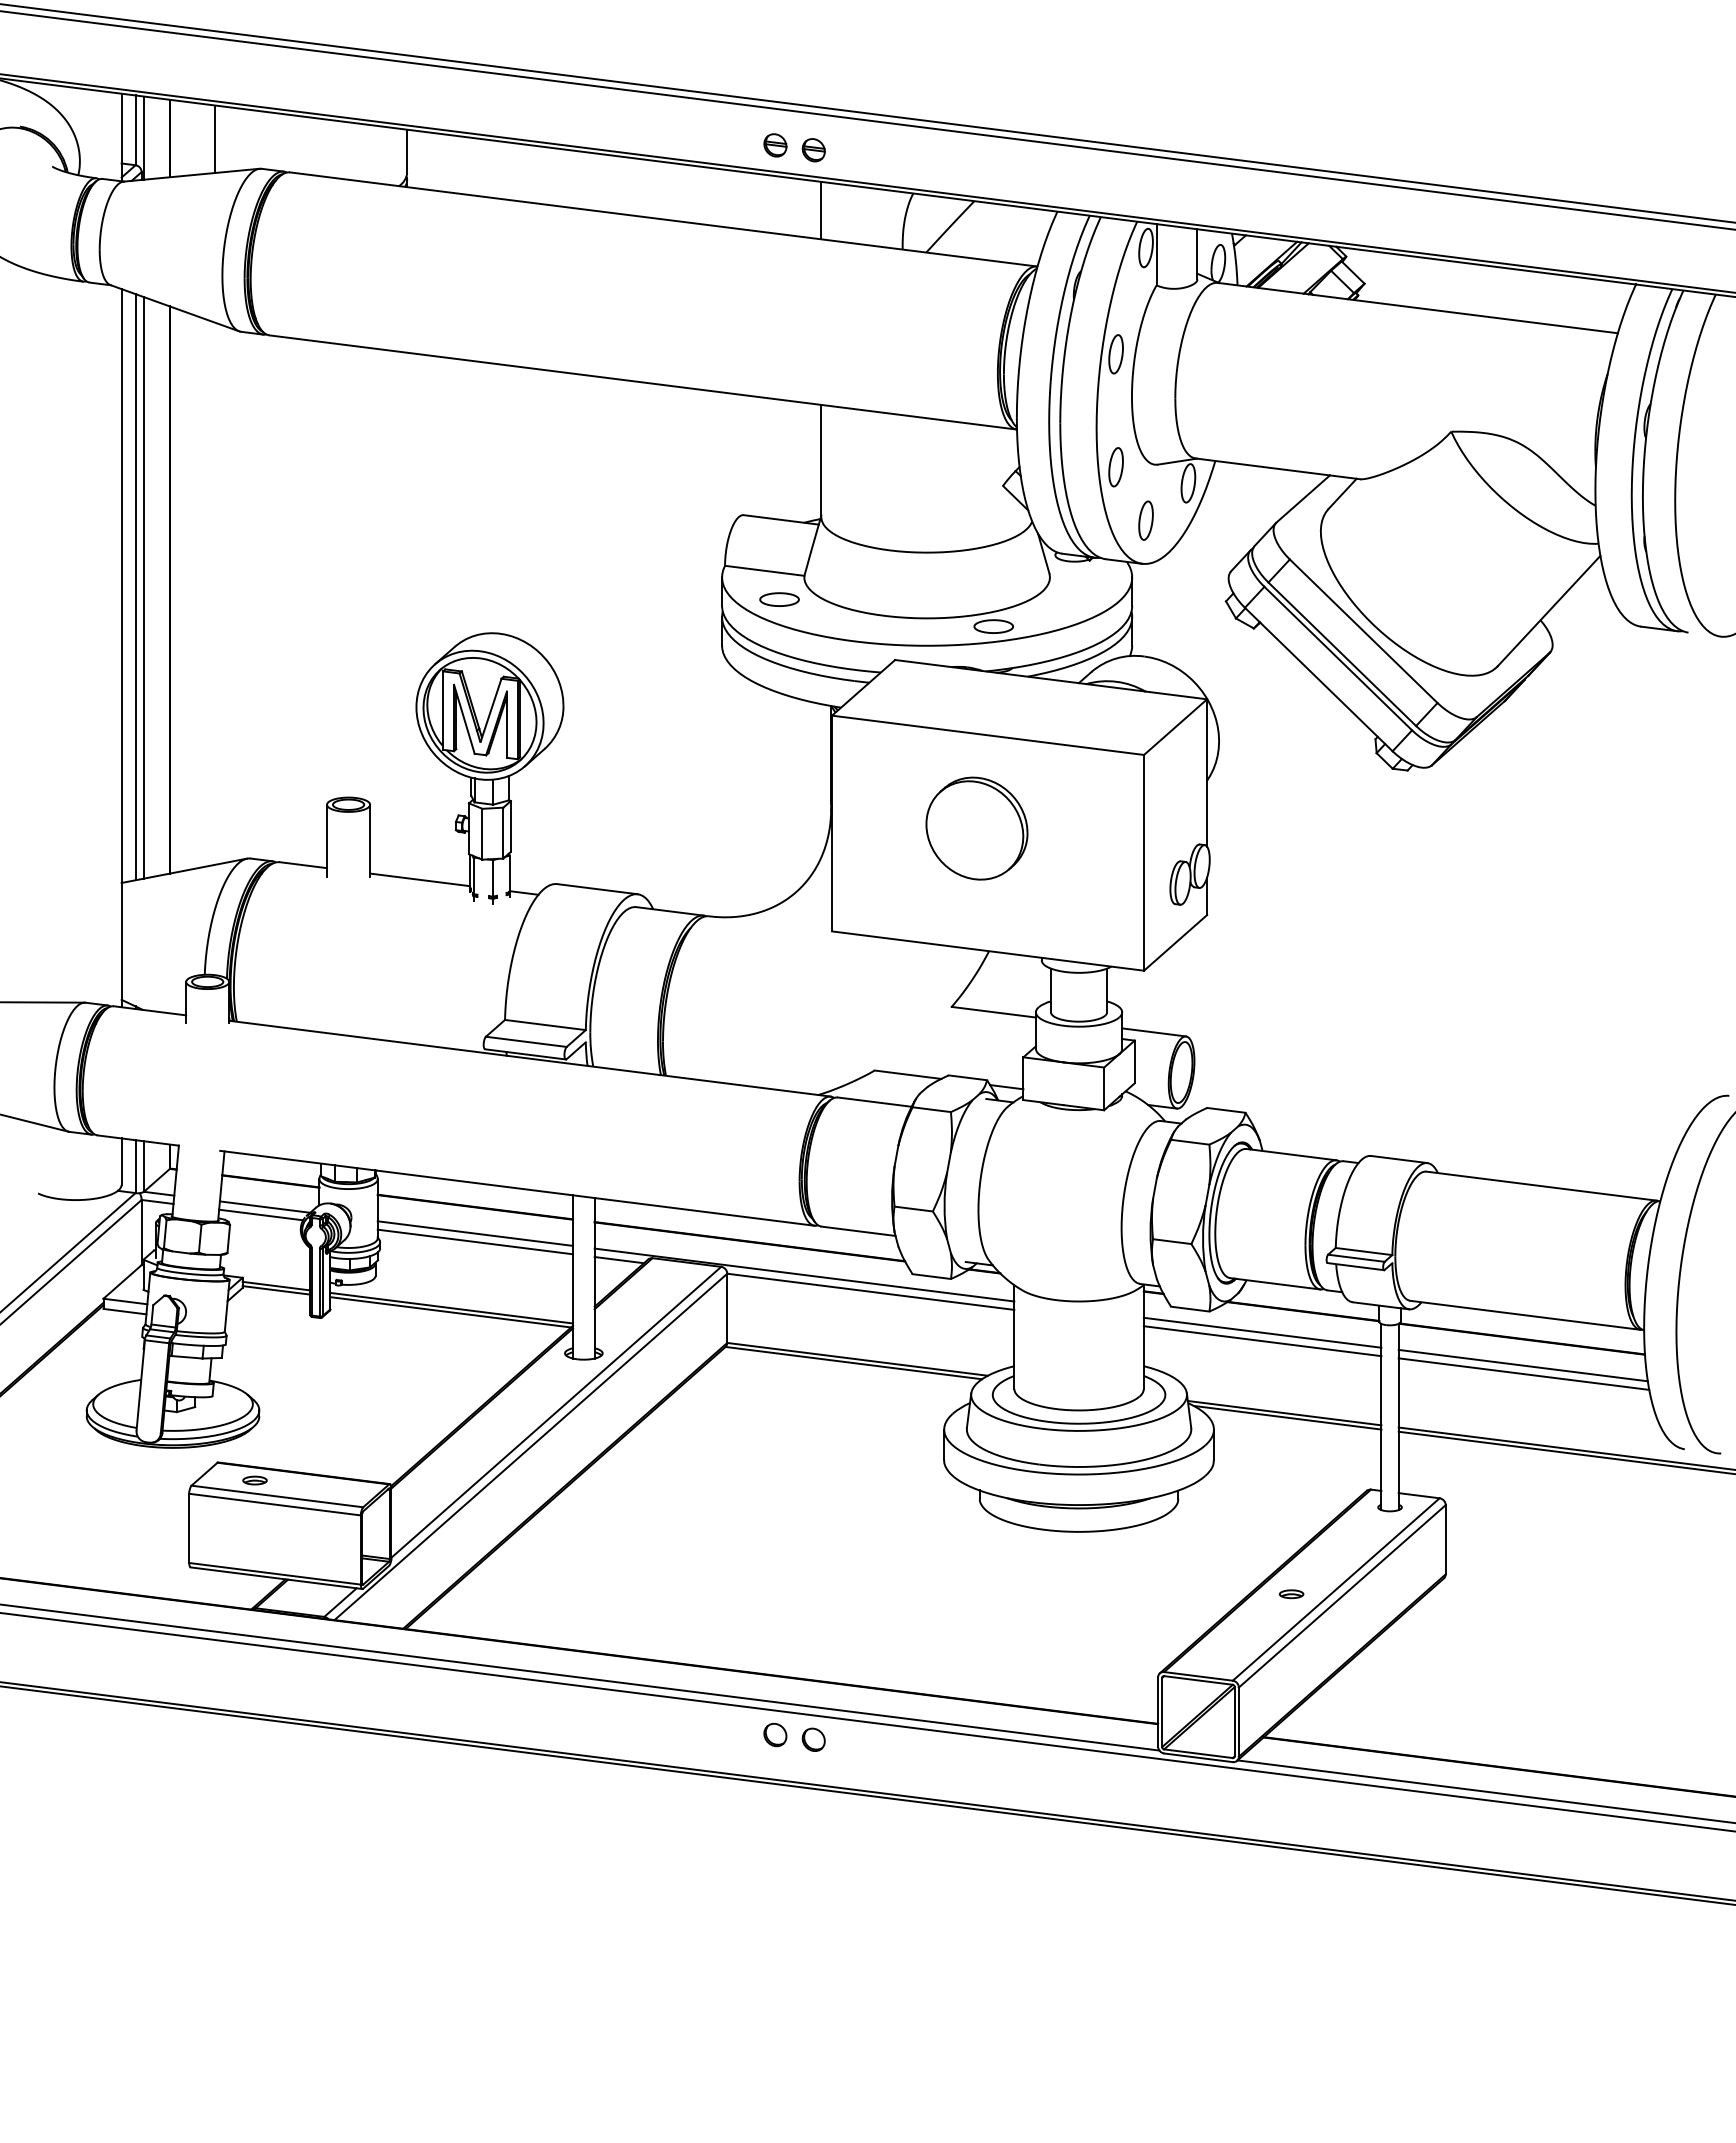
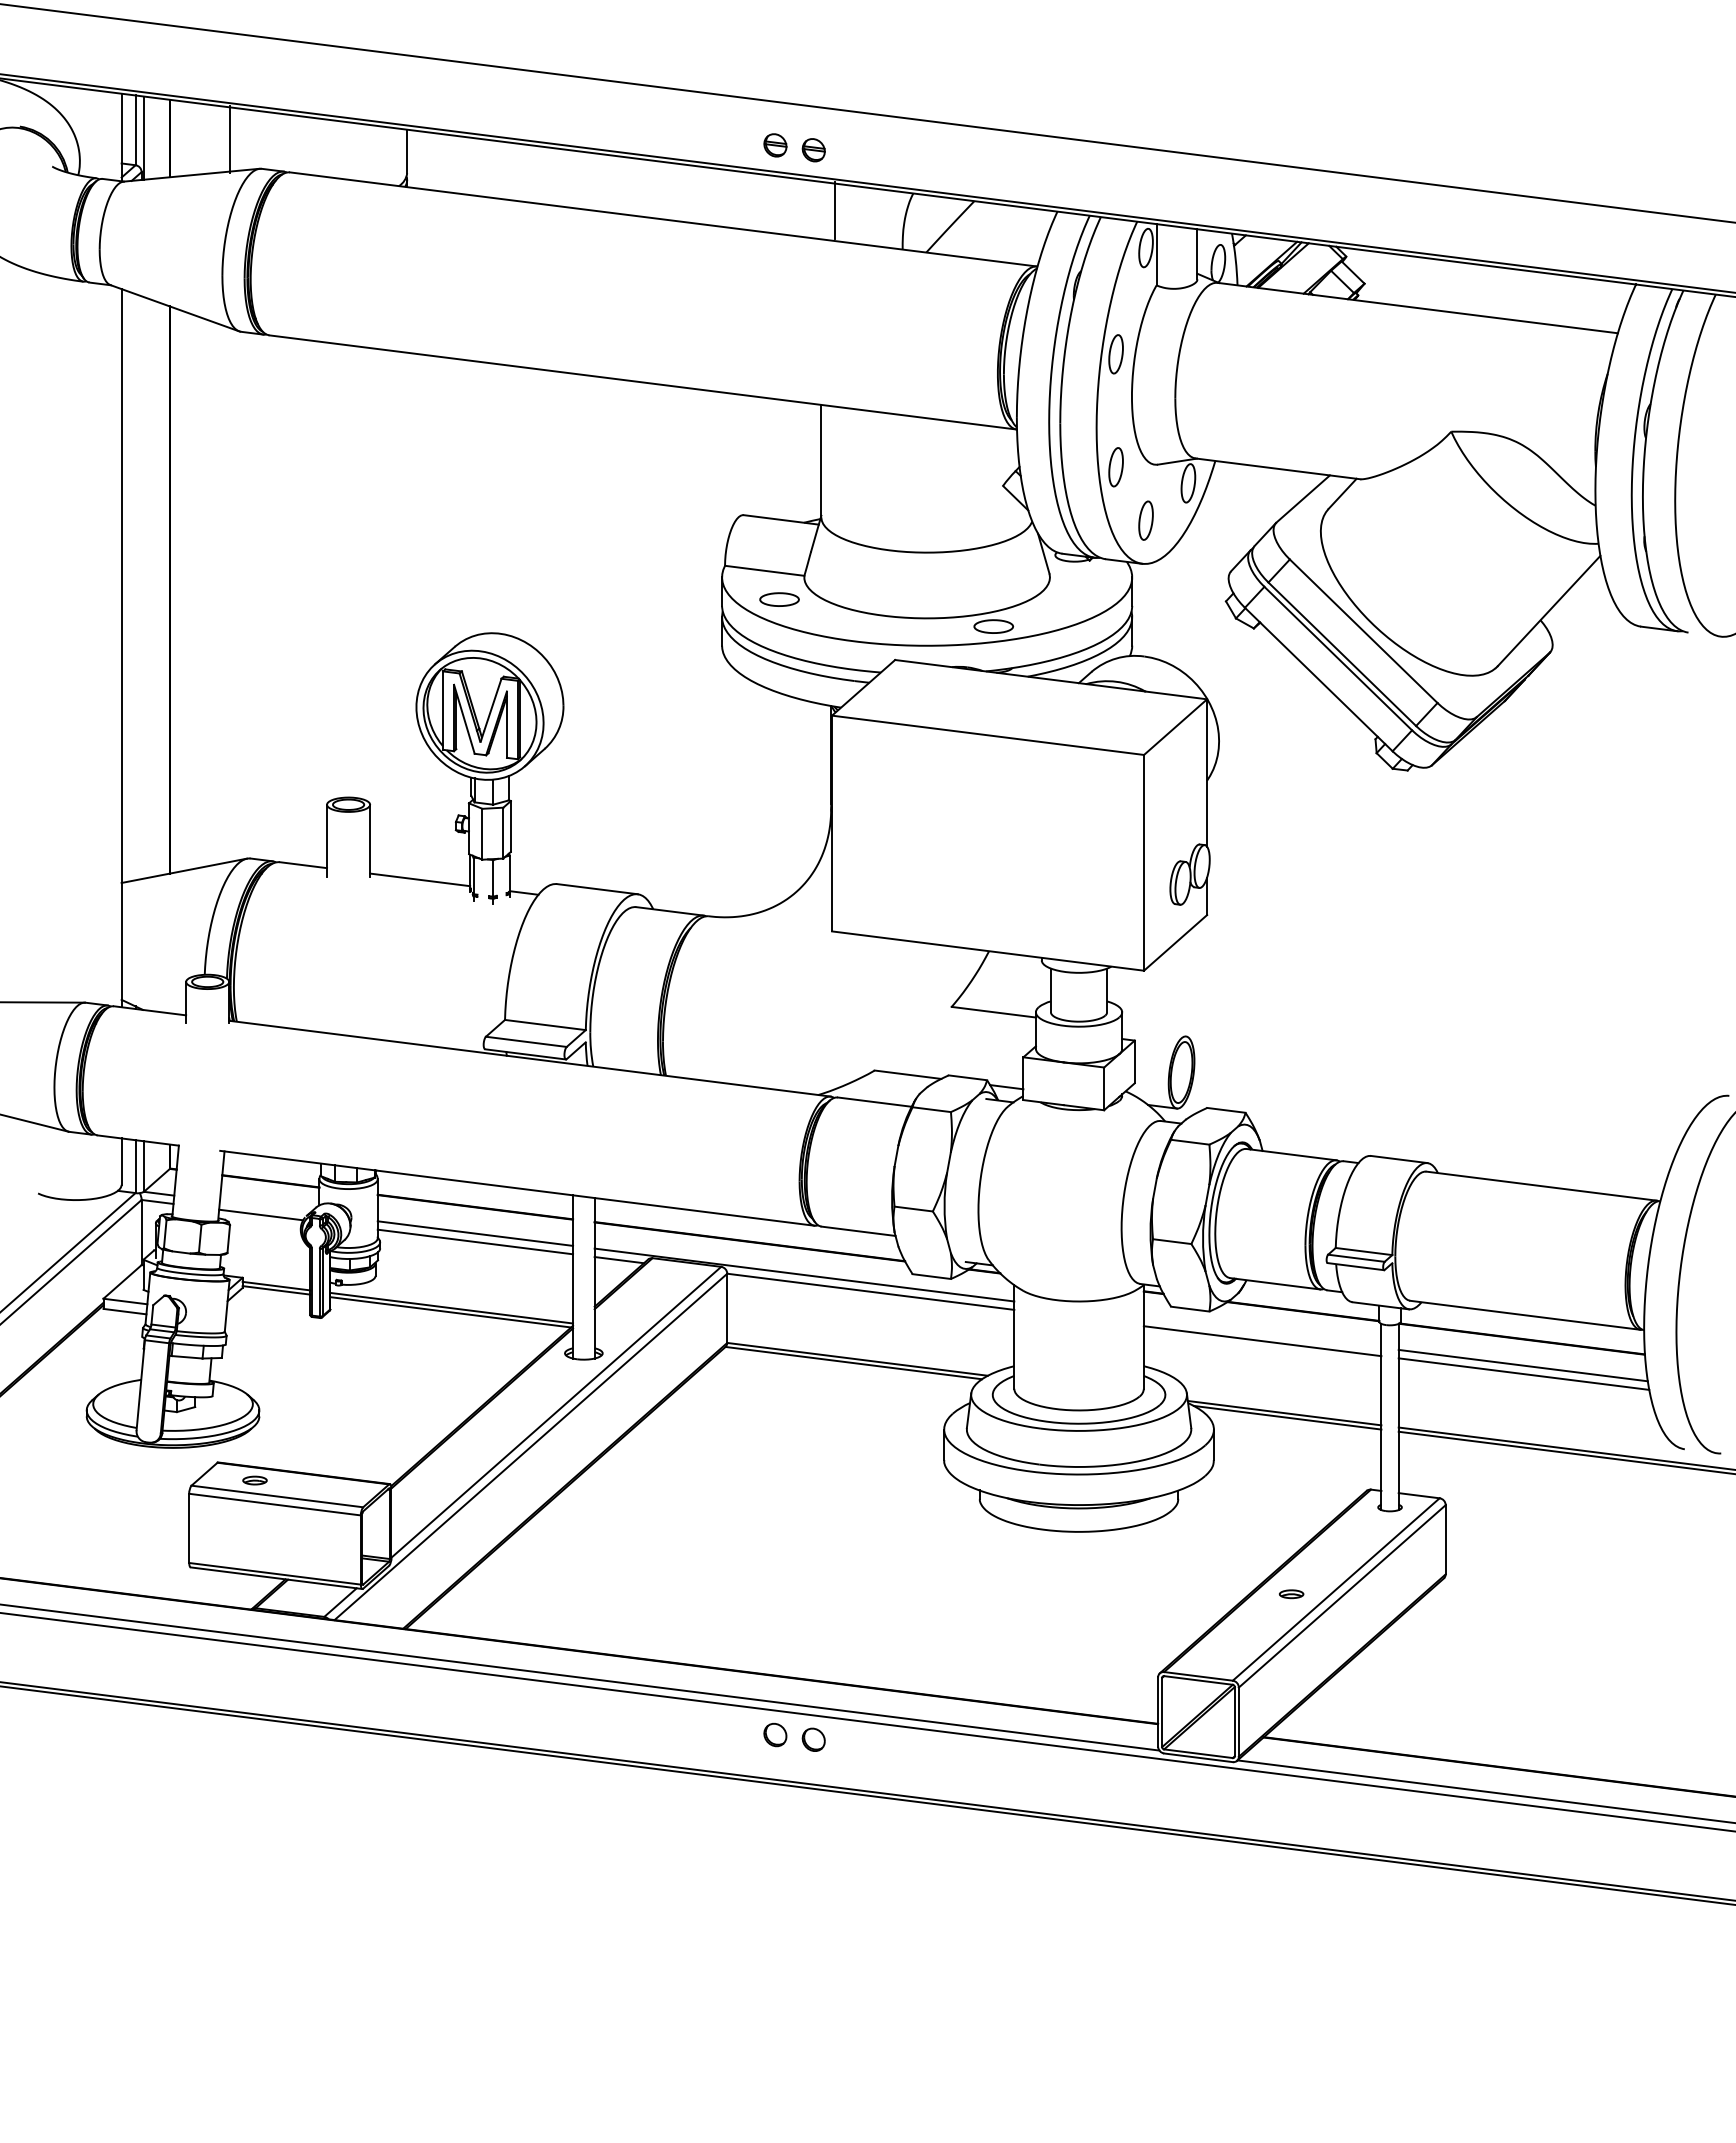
line at (867, 120): present -> none
line at (215, 139) position: (215, 139) -> (230, 139)
line at (821, 210) position: (821, 210) -> (835, 210)
line at (135, 587): present -> none
line at (143, 587): present -> none
part at (976, 828): present -> none
line at (1154, 1032): present -> none
line at (264, 1206): present -> none
line at (1262, 1332): present -> none
